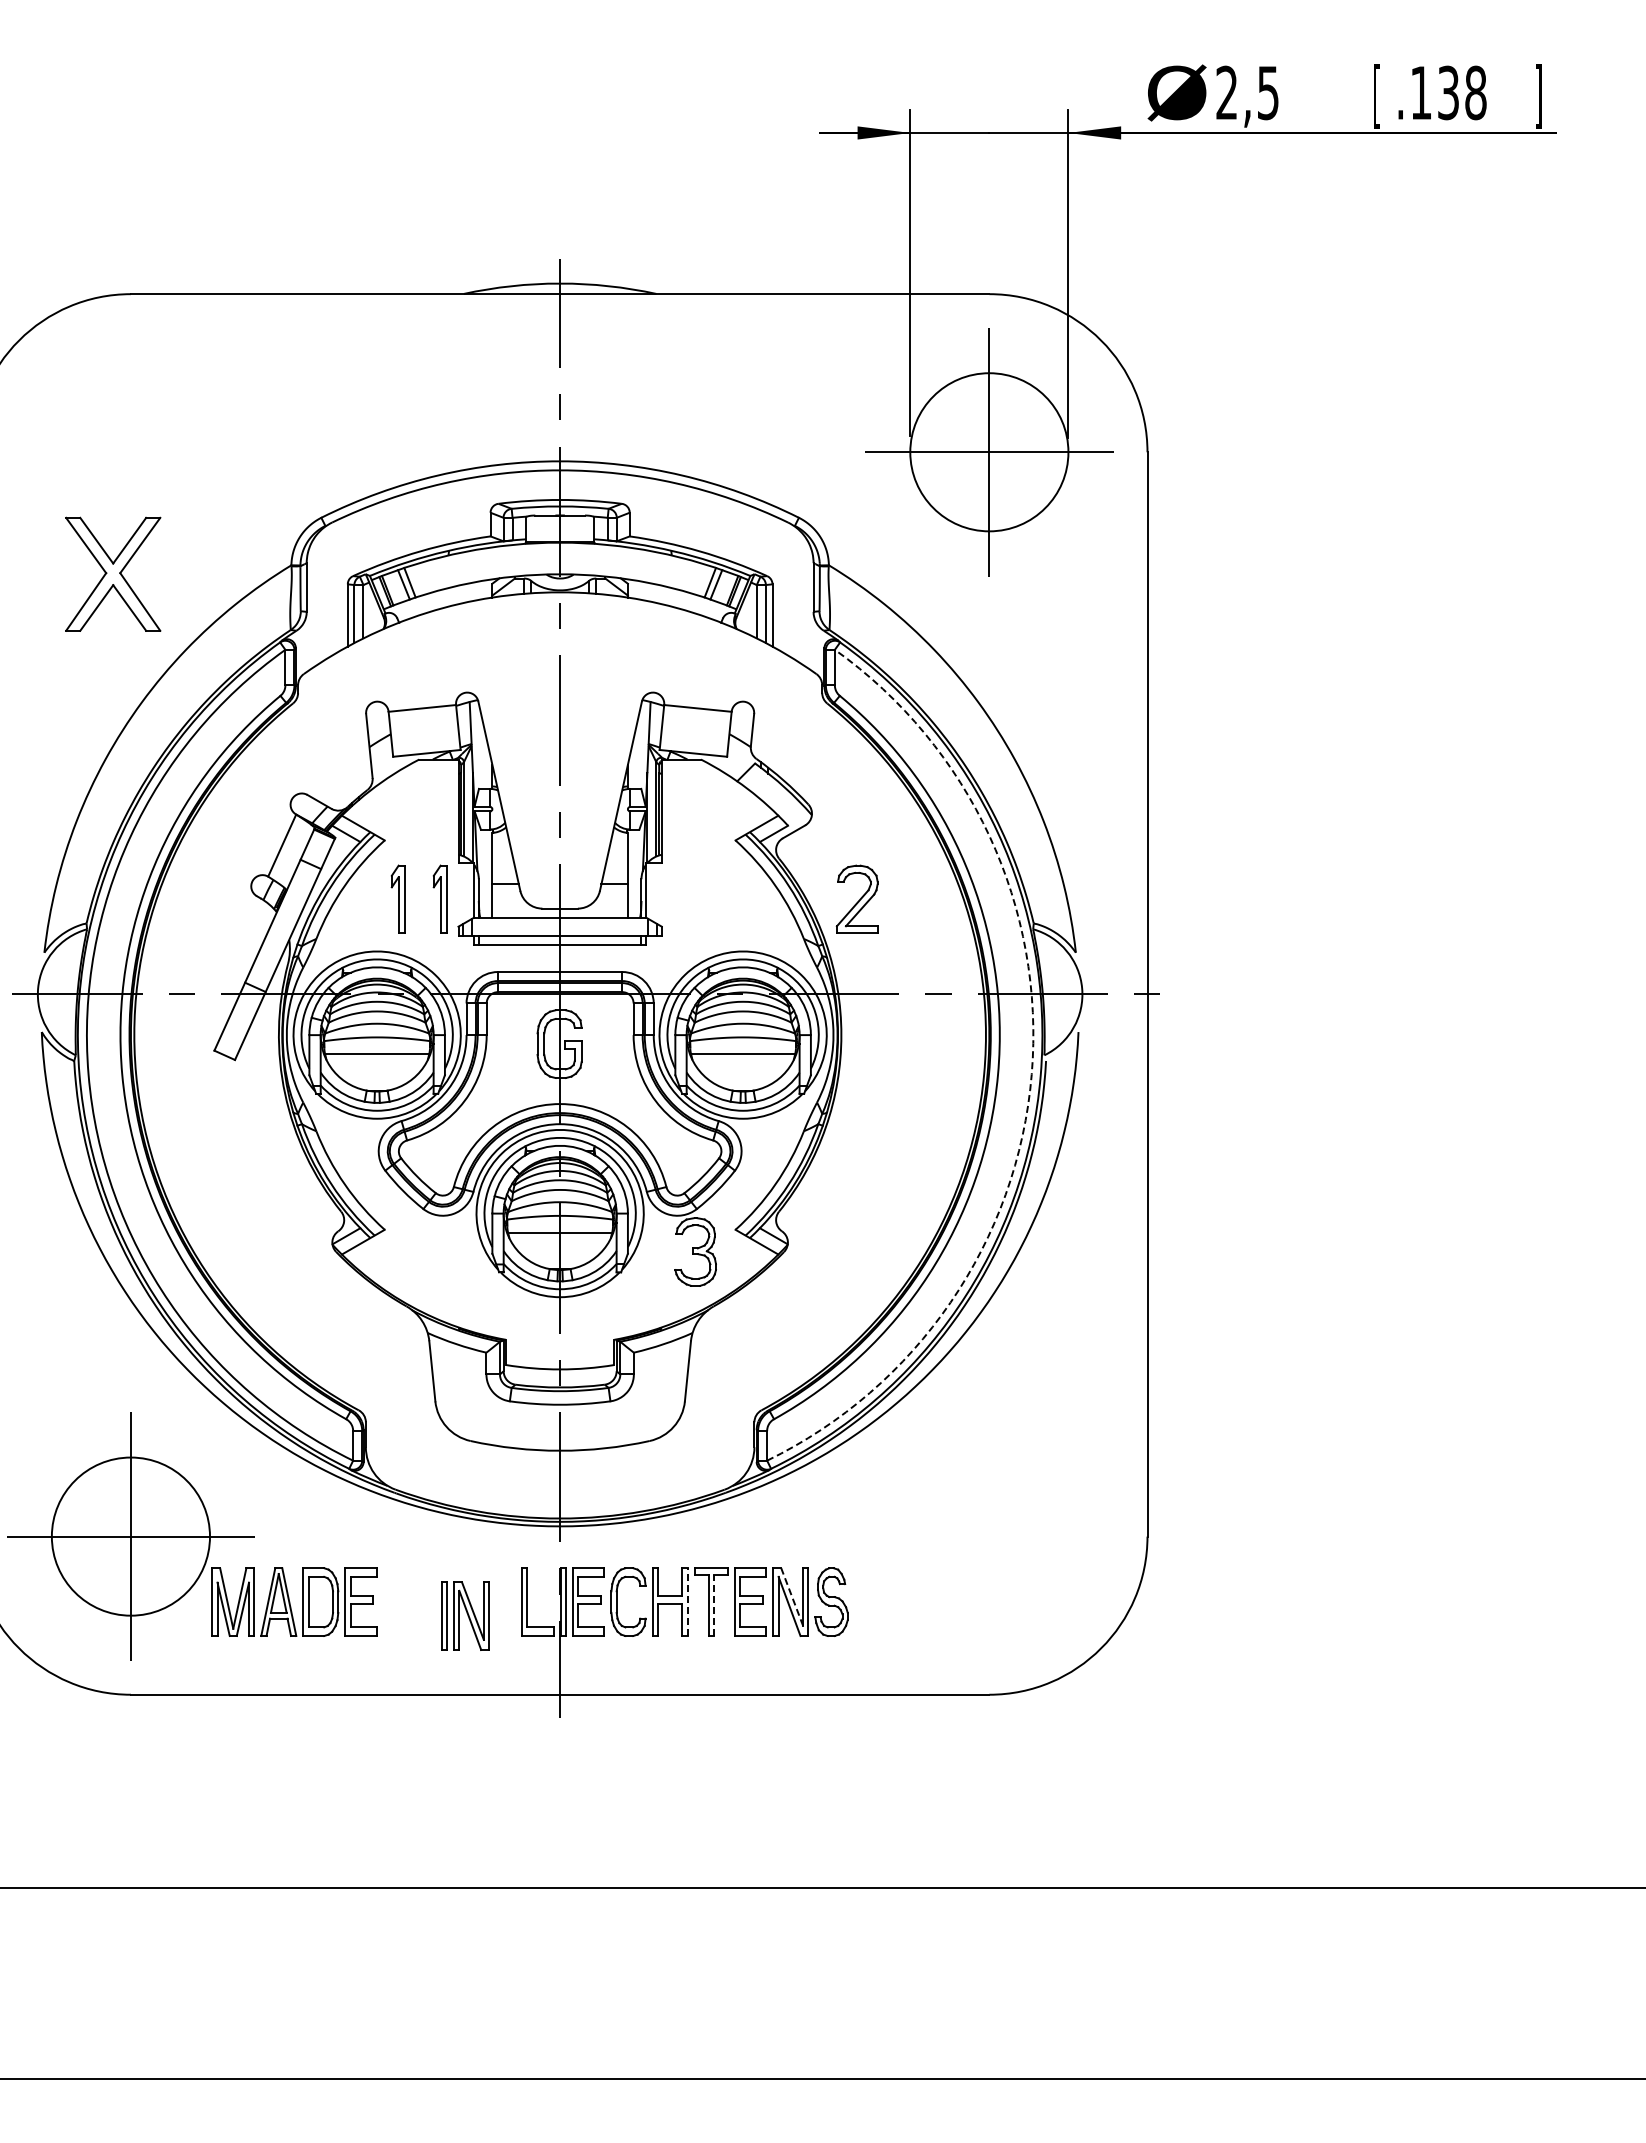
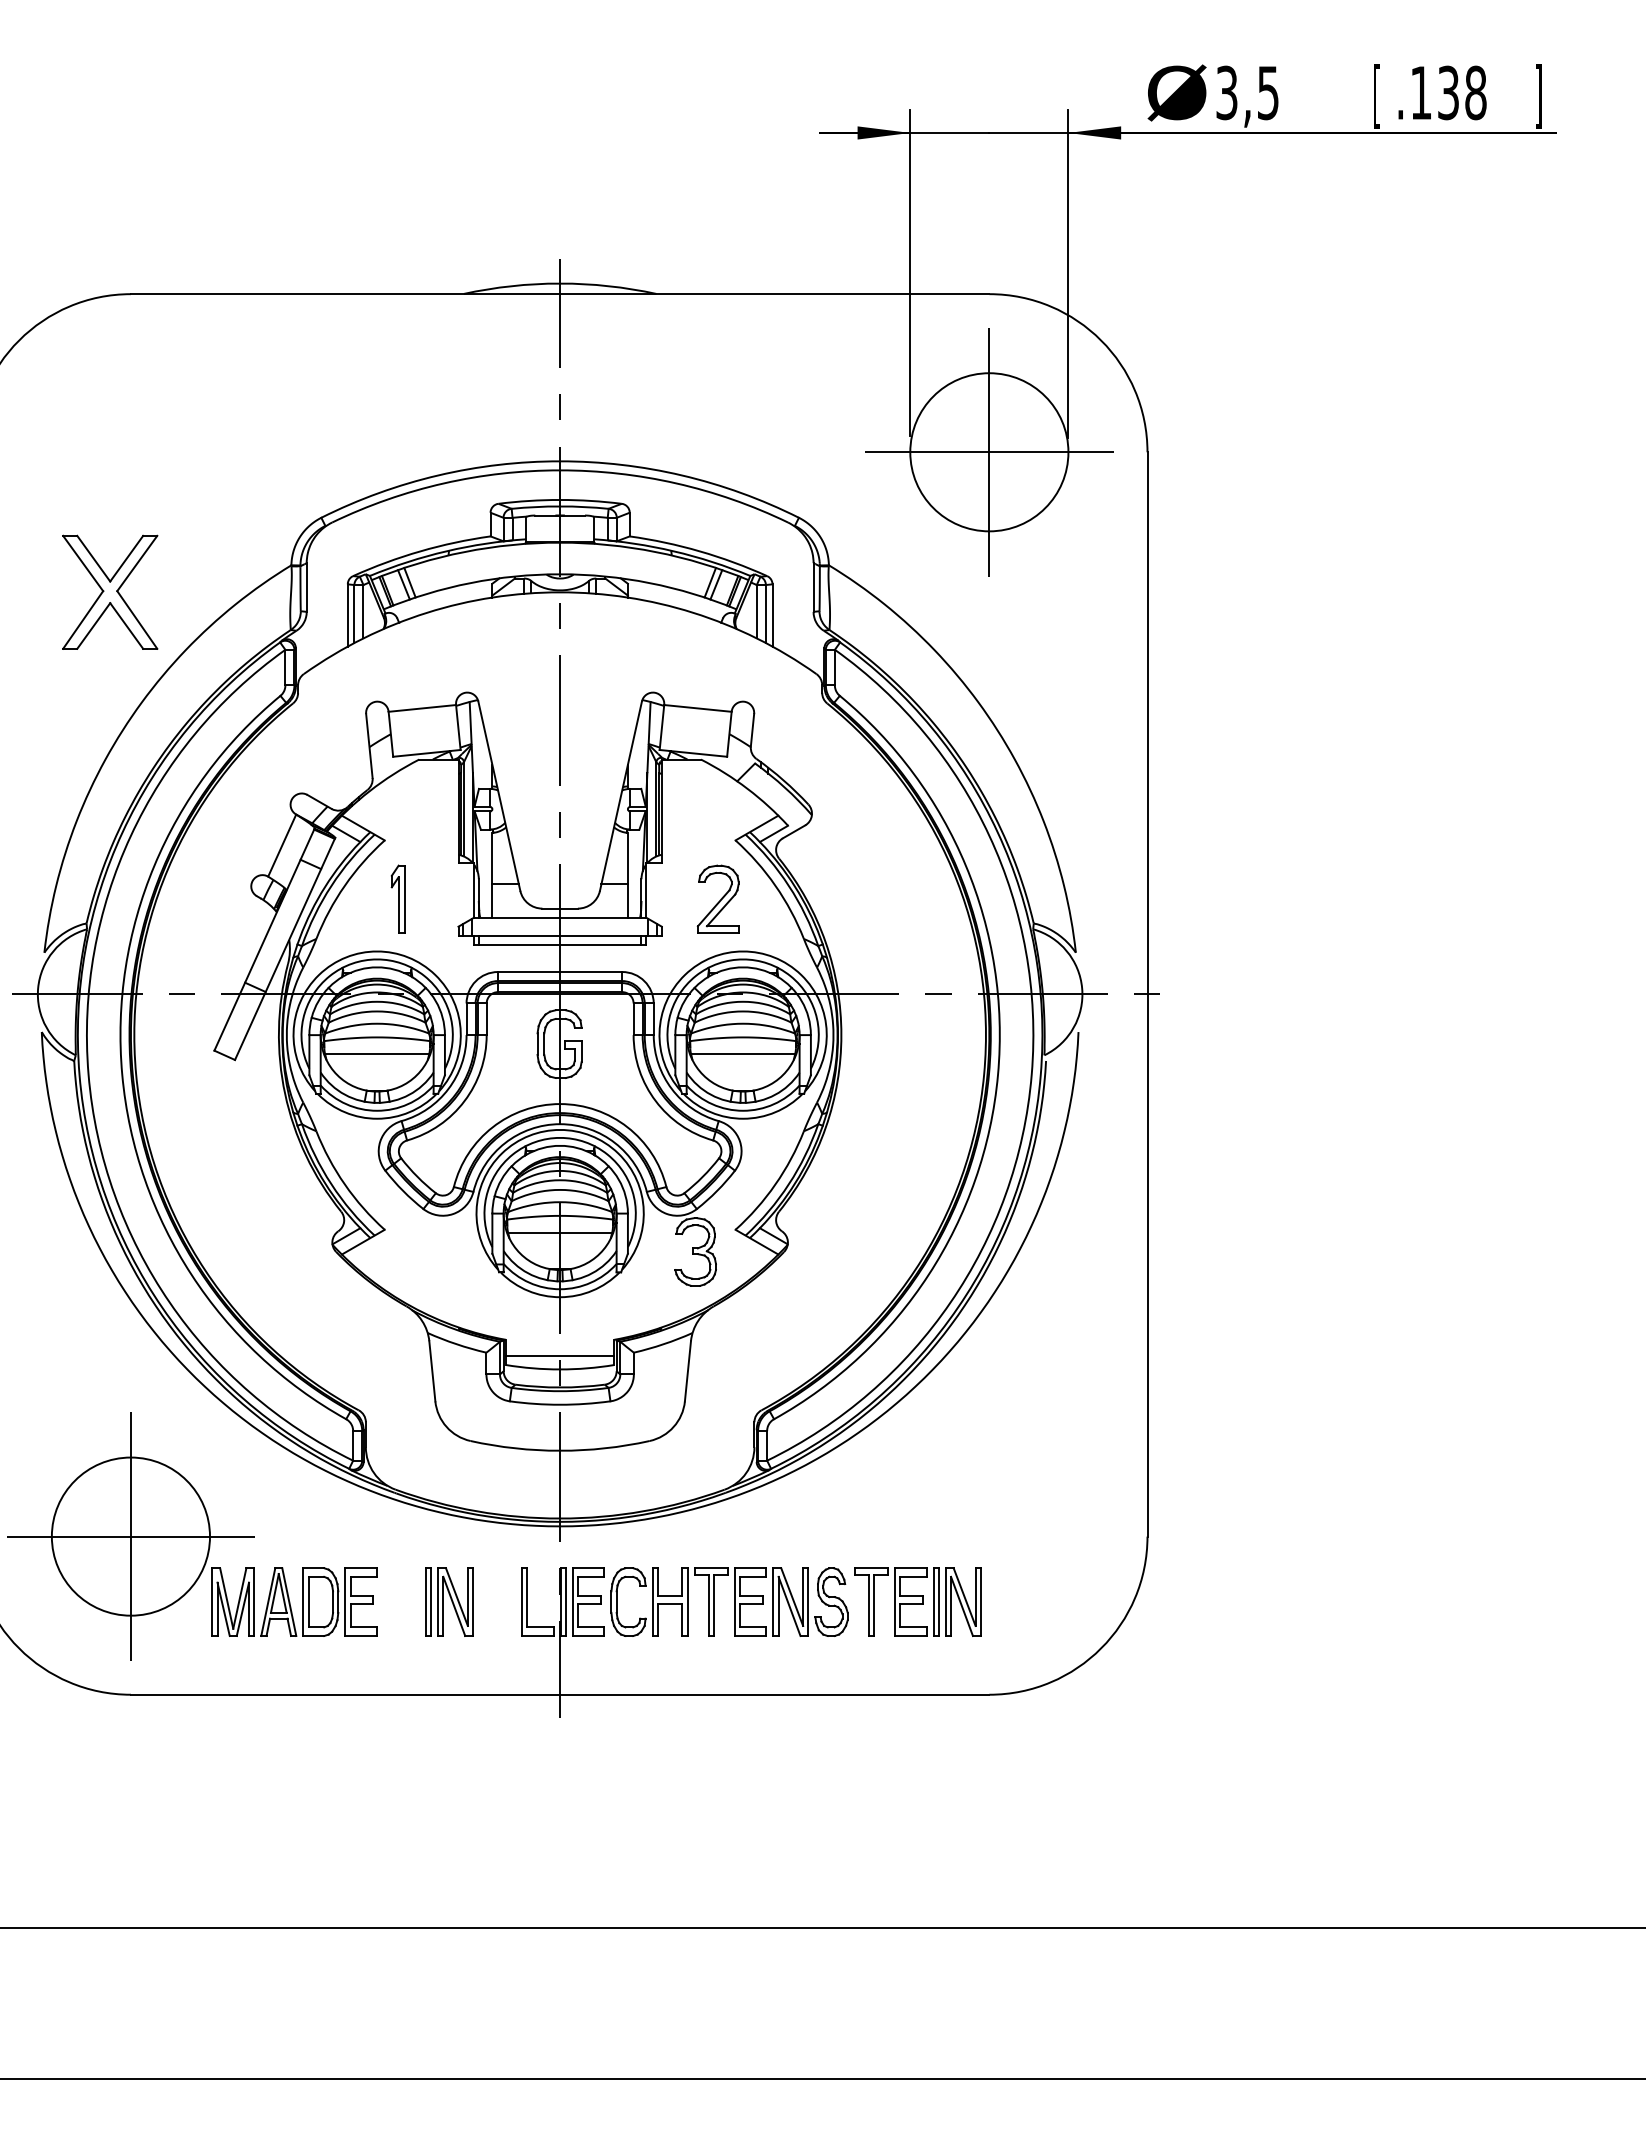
text at (1226, 92): 2,5 -> 3,5
part at (113, 573) position: (113, 573) -> (110, 591)
part at (439, 898): present -> none
part at (856, 898) position: (856, 898) -> (717, 898)
arc at (1031, 1074): dashed -> solid
line at (559, 1355): none -> present
line at (792, 1597): dashed -> solid
part at (917, 1601): none -> present
line at (687, 1602): dashed -> solid
line at (713, 1605): dashed -> solid
part at (465, 1615) position: (465, 1615) -> (449, 1601)
line at (822, 1888) position: (822, 1888) -> (822, 1928)
